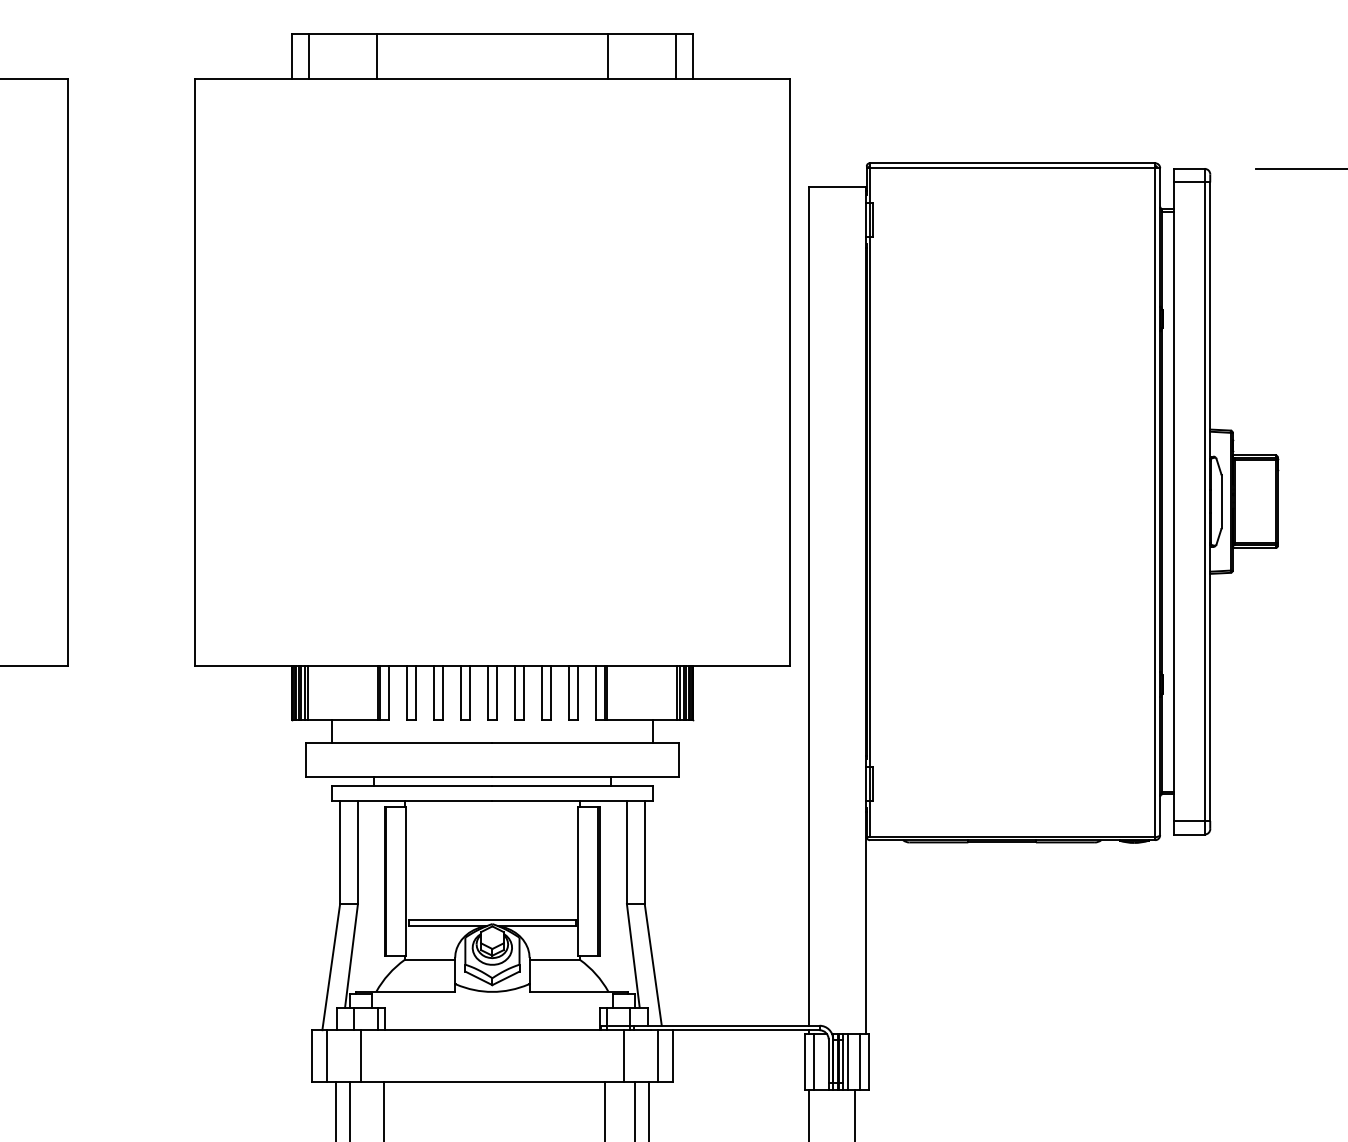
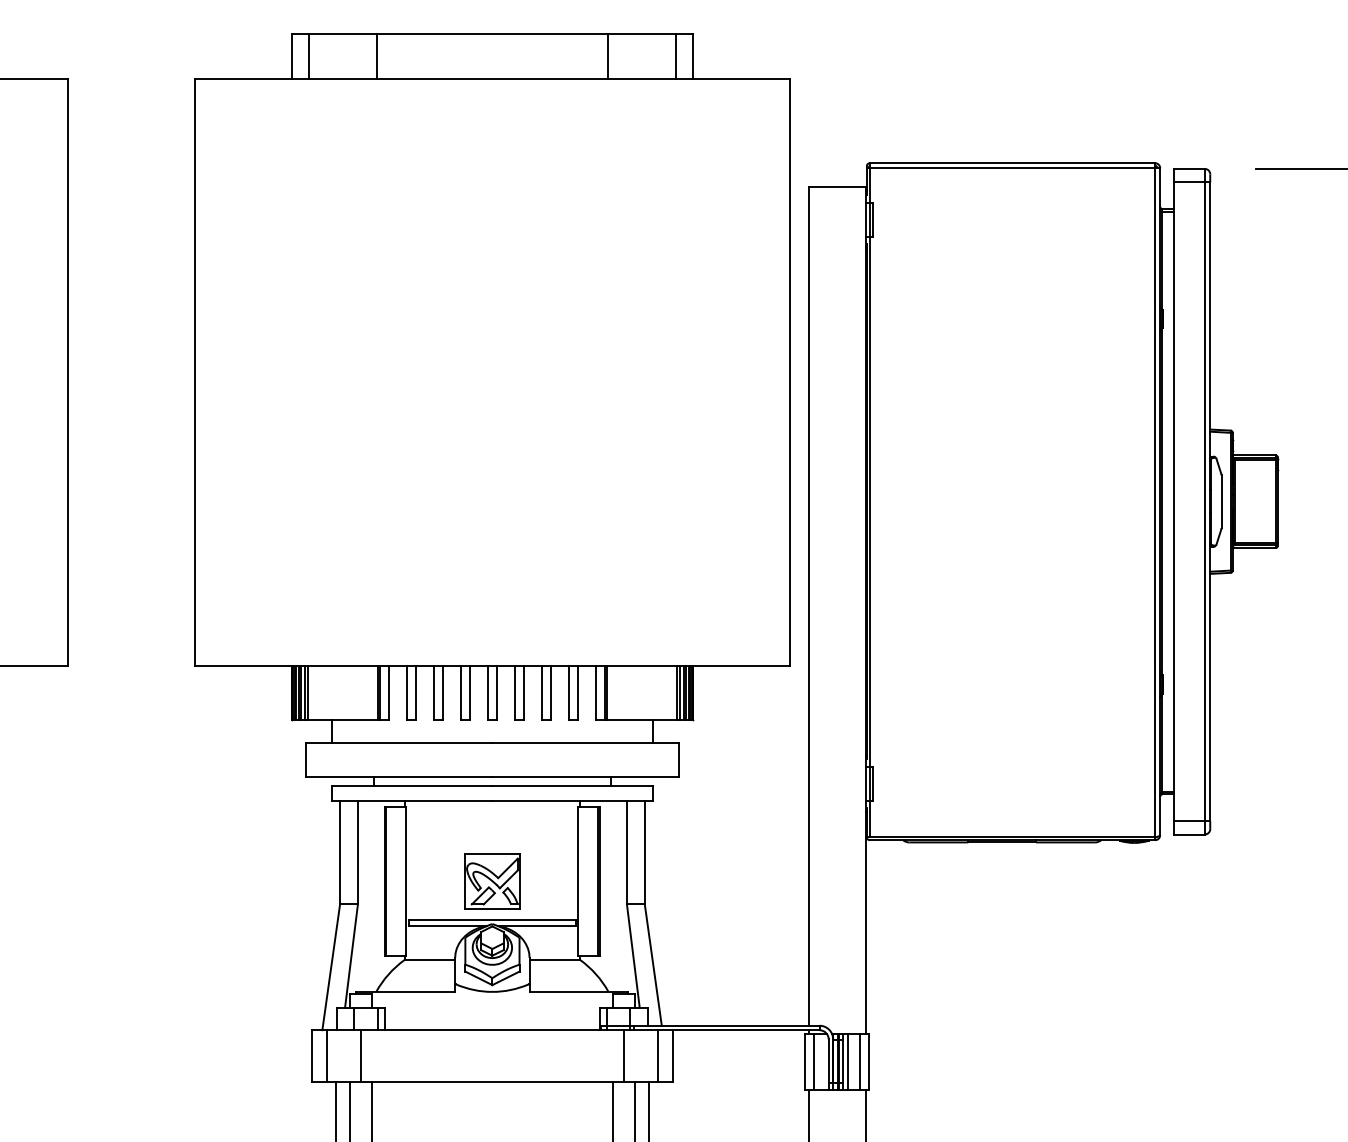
part at (492, 881): none -> present
line at (384, 1110) position: (384, 1110) -> (372, 1110)
line at (604, 1110) position: (604, 1110) -> (612, 1110)
line at (854, 1114) position: (854, 1114) -> (865, 1114)
